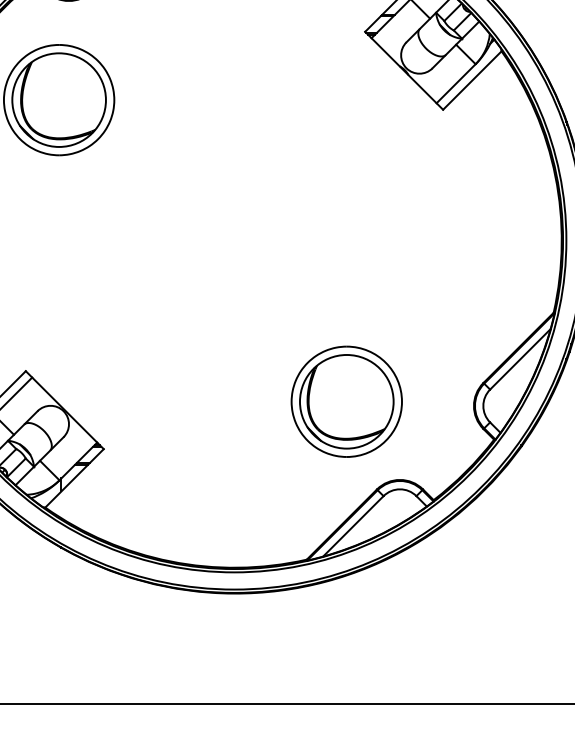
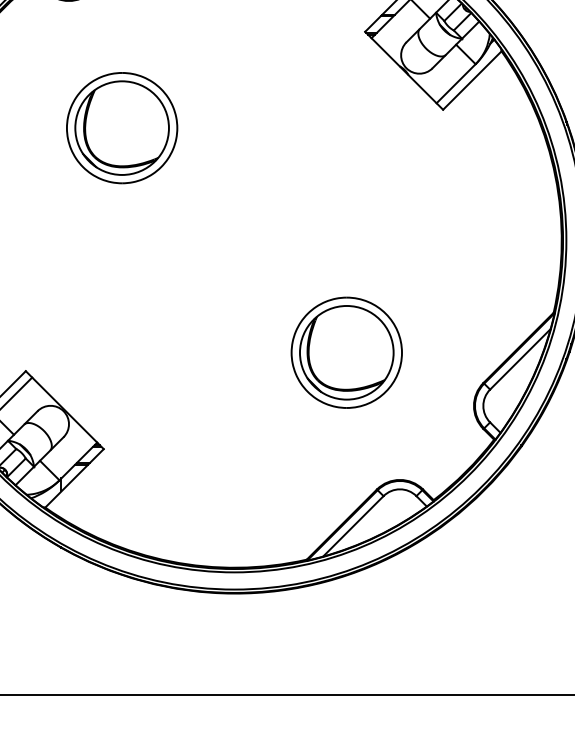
part at (59, 100) position: (59, 100) -> (122, 128)
part at (346, 401) position: (346, 401) -> (346, 352)
line at (286, 703) position: (286, 703) -> (286, 694)
